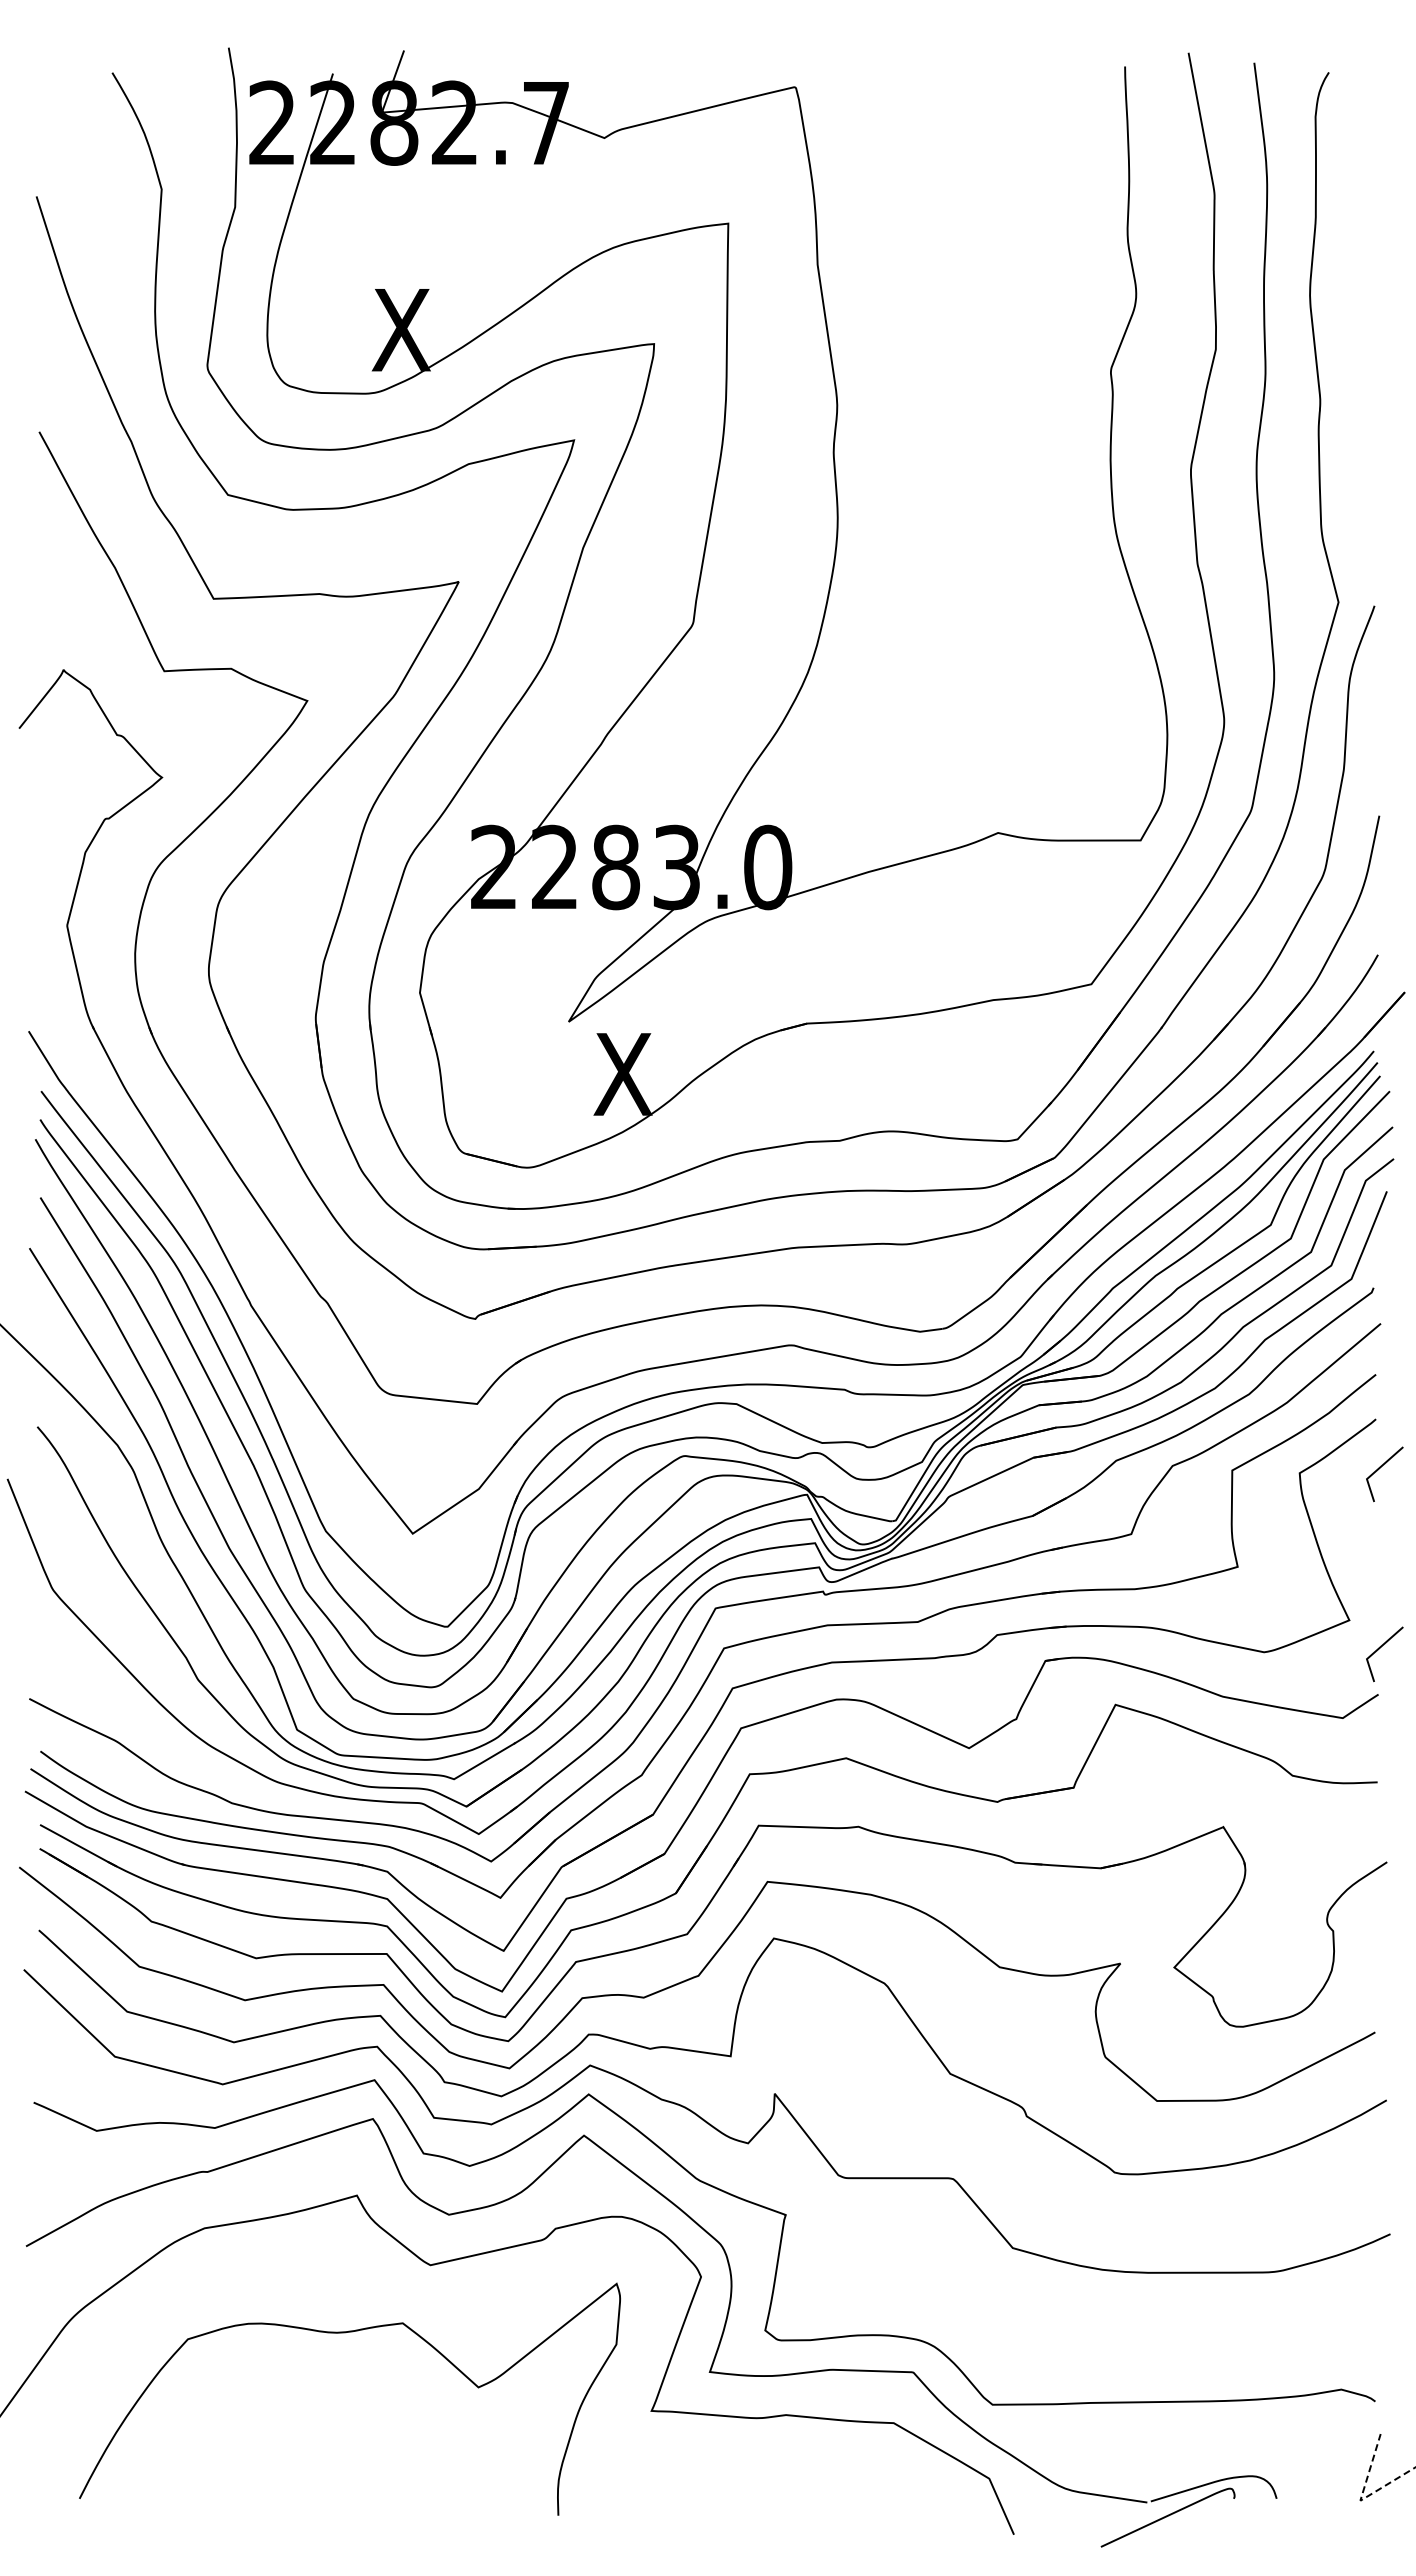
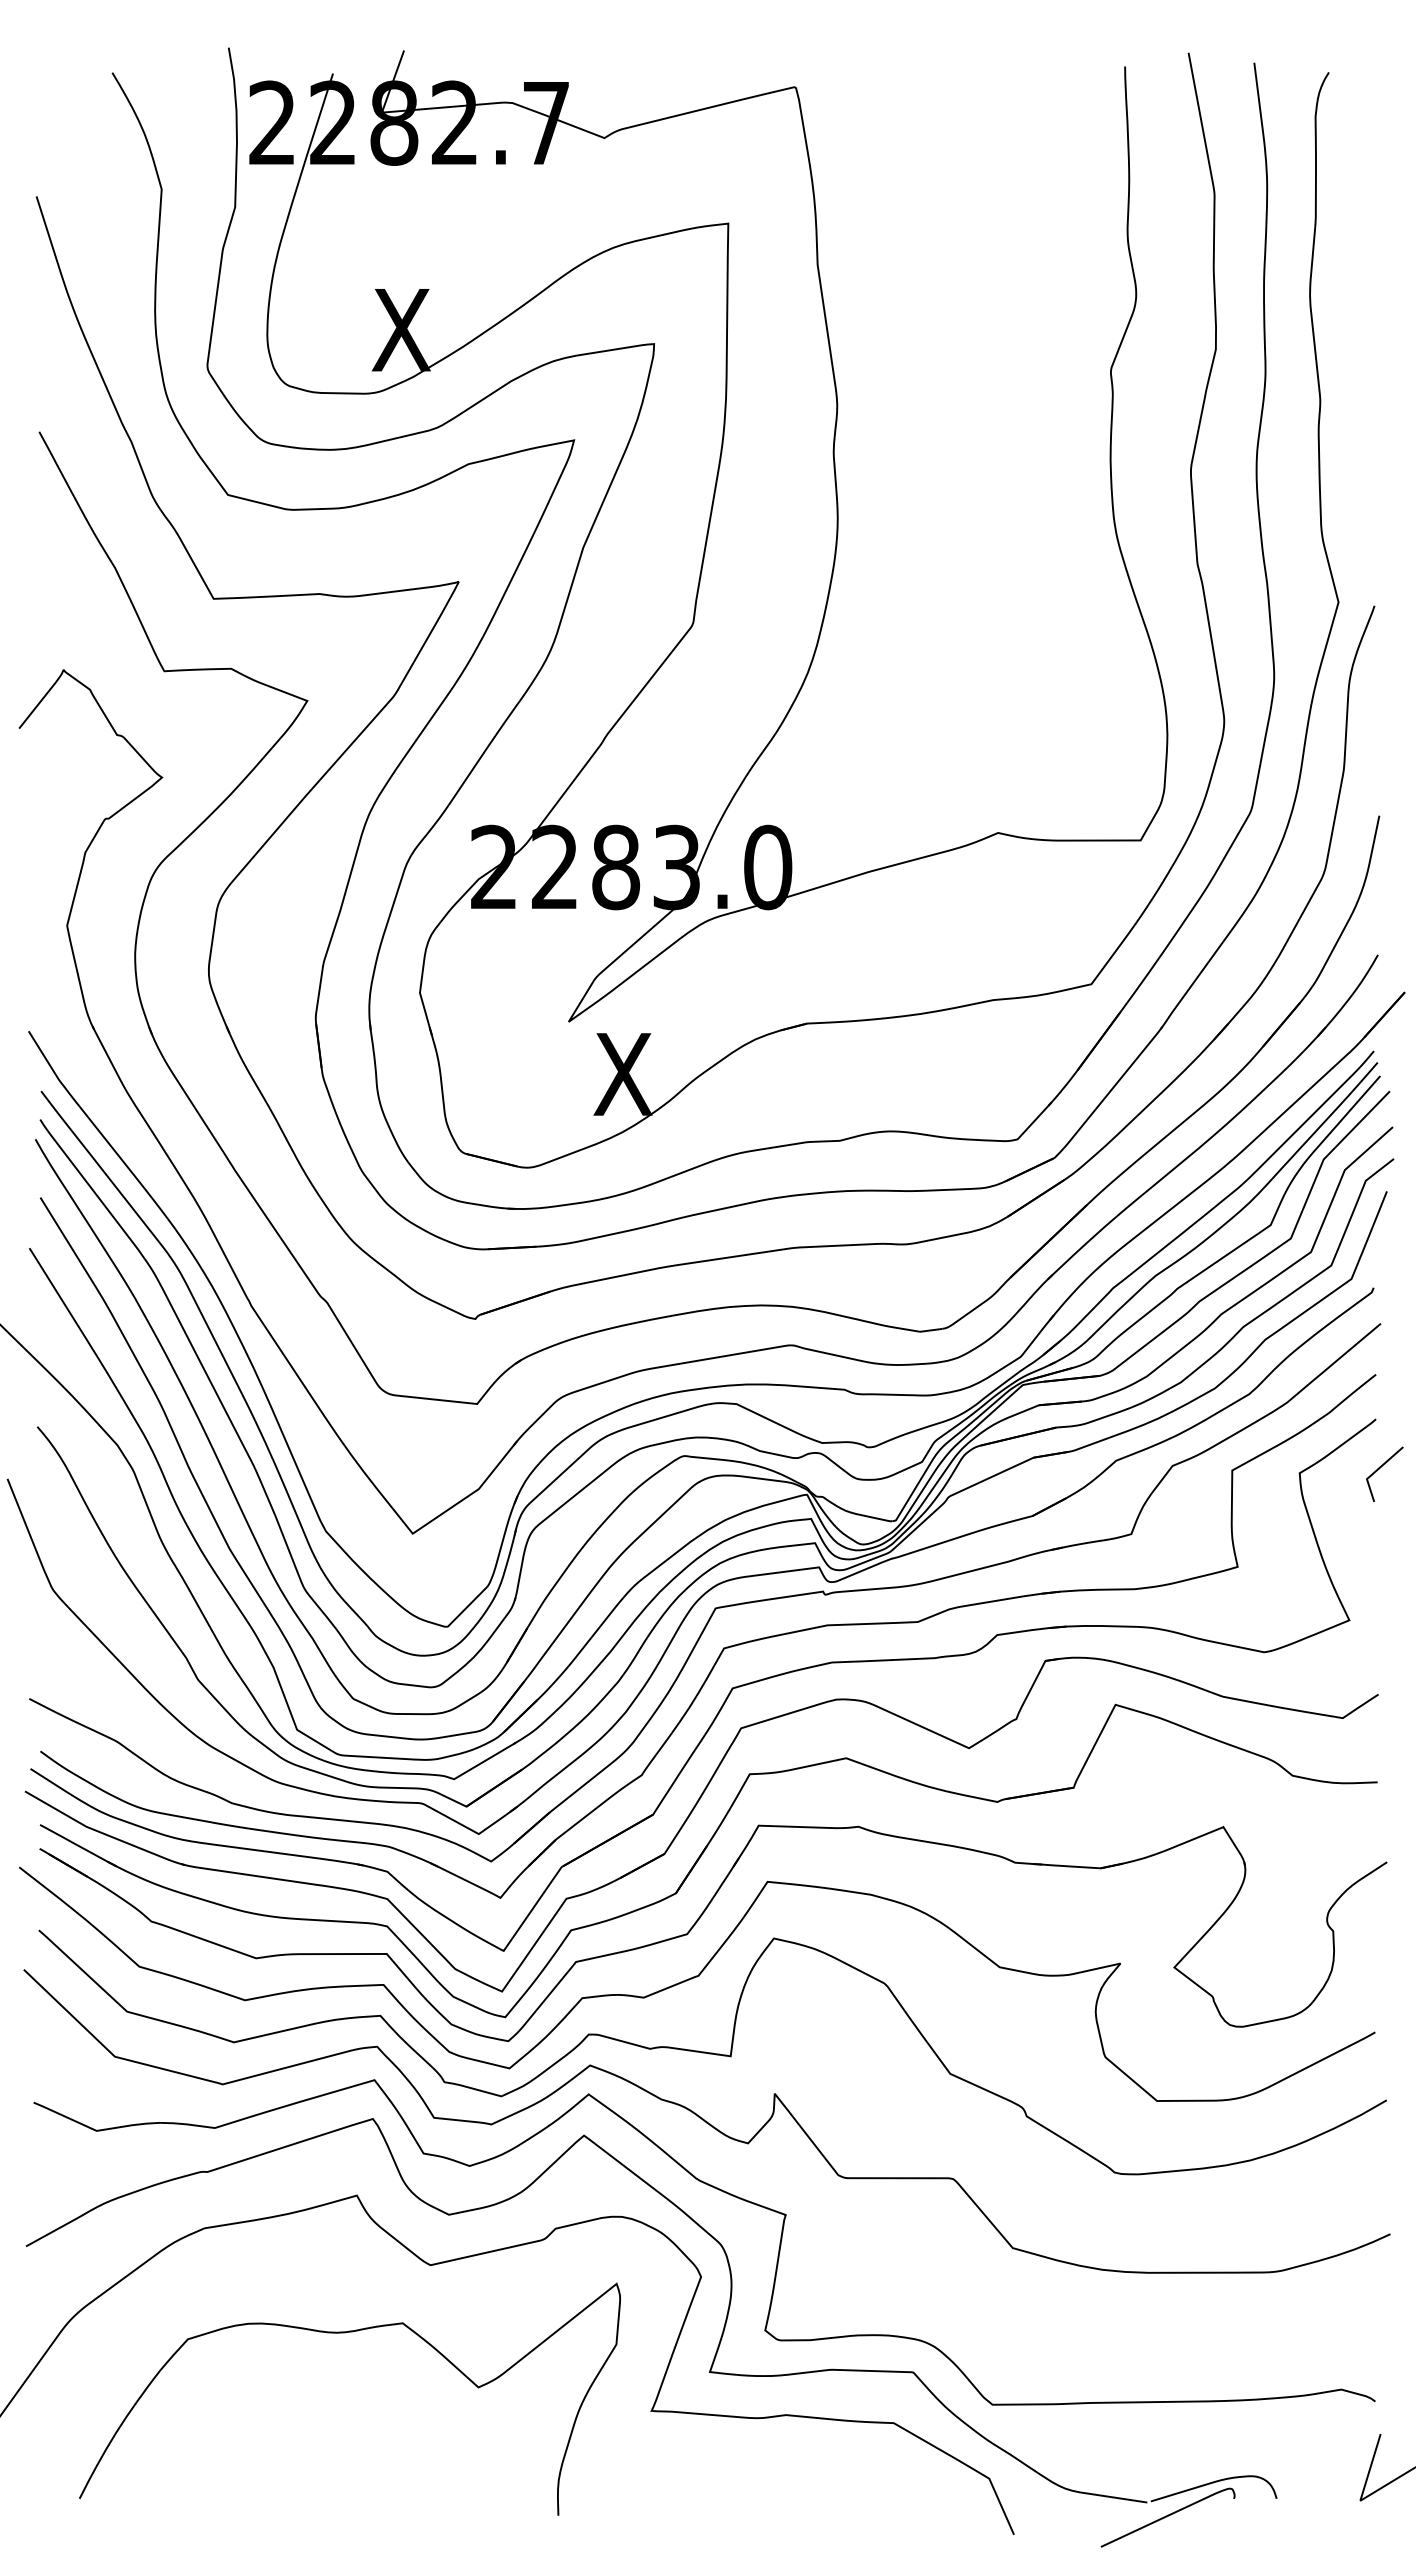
line at (1379, 1649): present -> none
line at (1360, 2498): dashed -> solid
